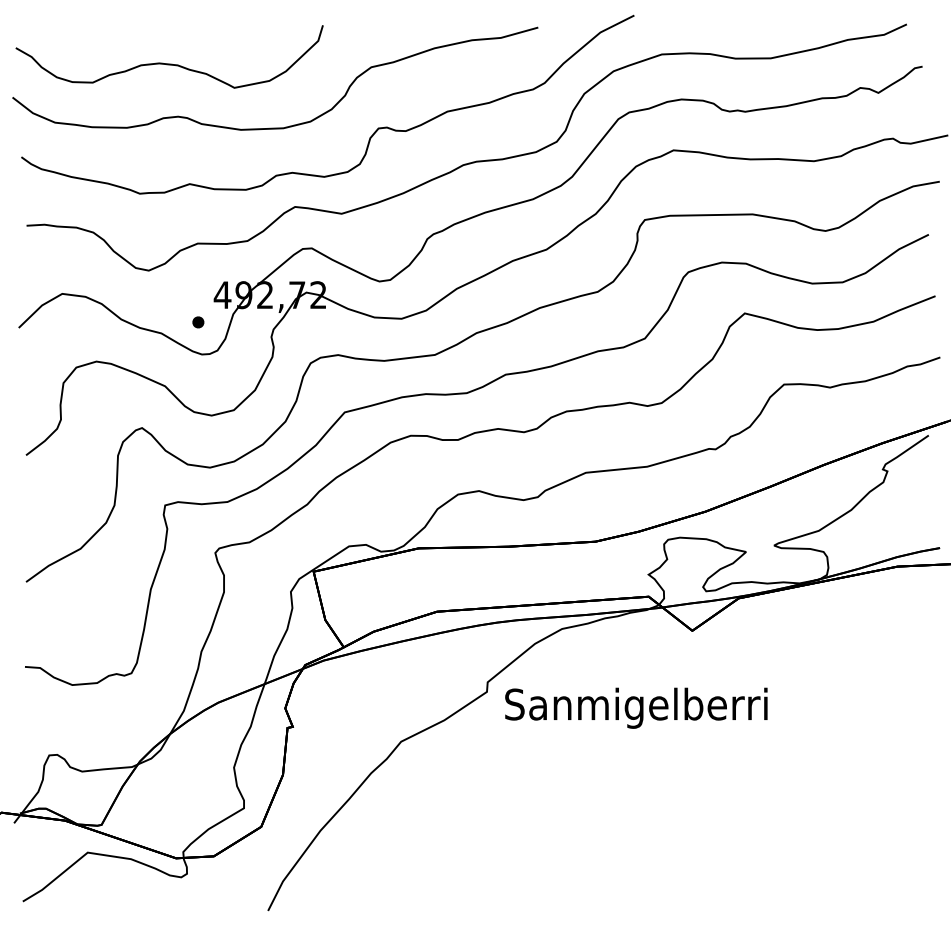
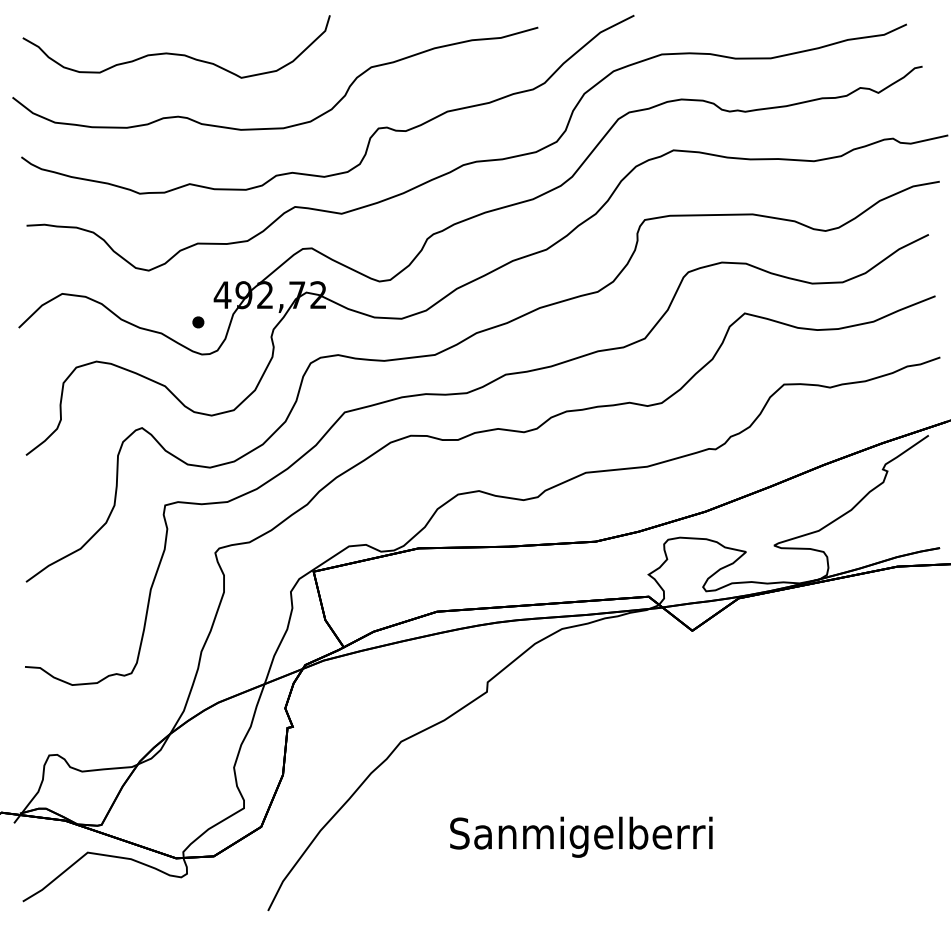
curve at (169, 63) position: (169, 63) -> (176, 53)
text at (636, 707) position: (636, 707) -> (581, 836)
